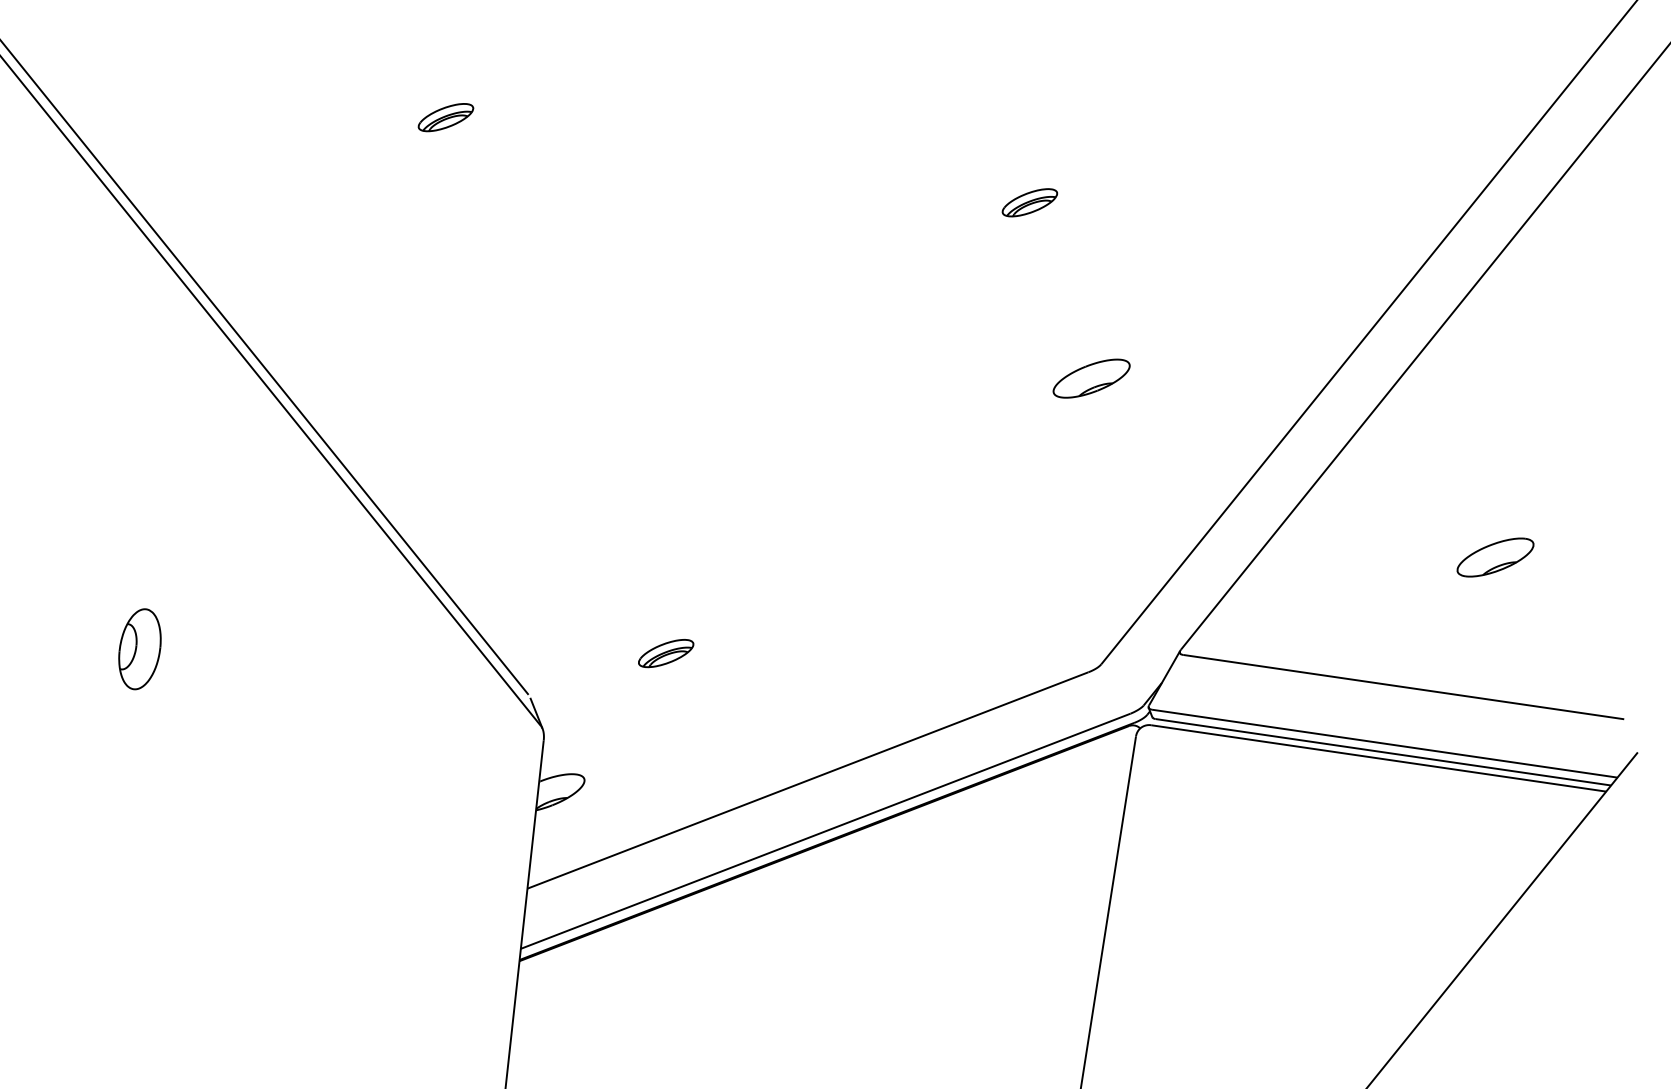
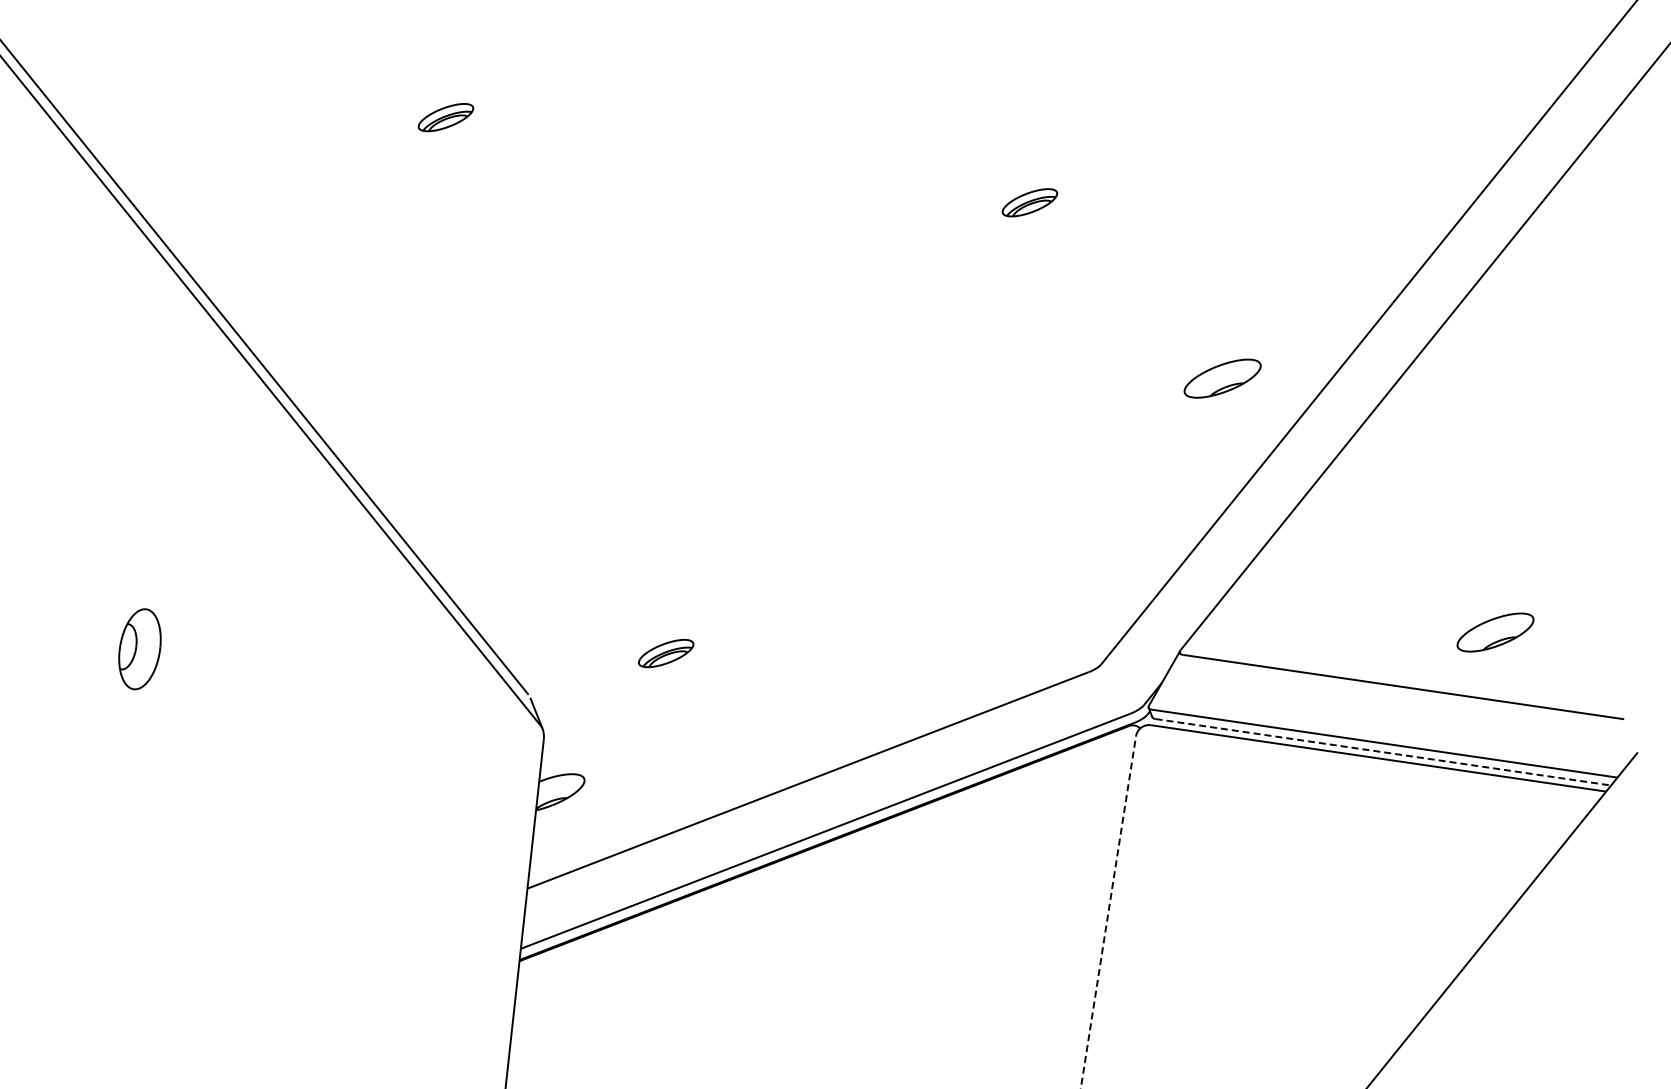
part at (1091, 378) position: (1091, 378) -> (1222, 378)
part at (1495, 557) position: (1495, 557) -> (1495, 632)
line at (1383, 752): solid -> dashed
line at (1108, 912): solid -> dashed
